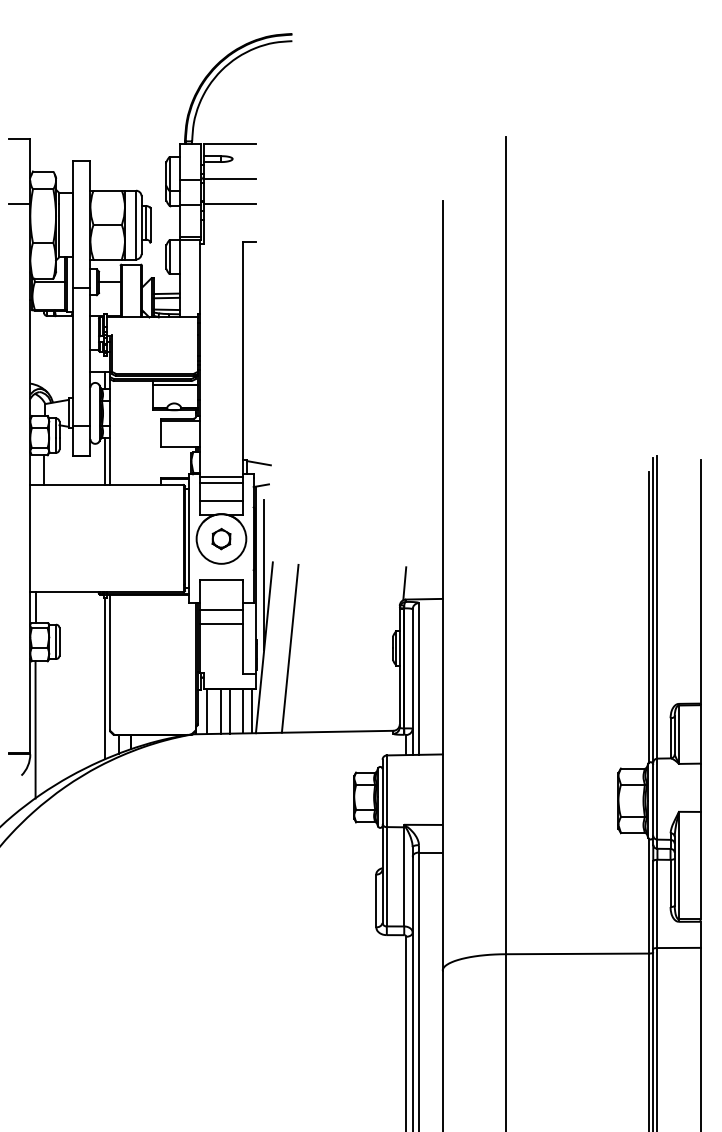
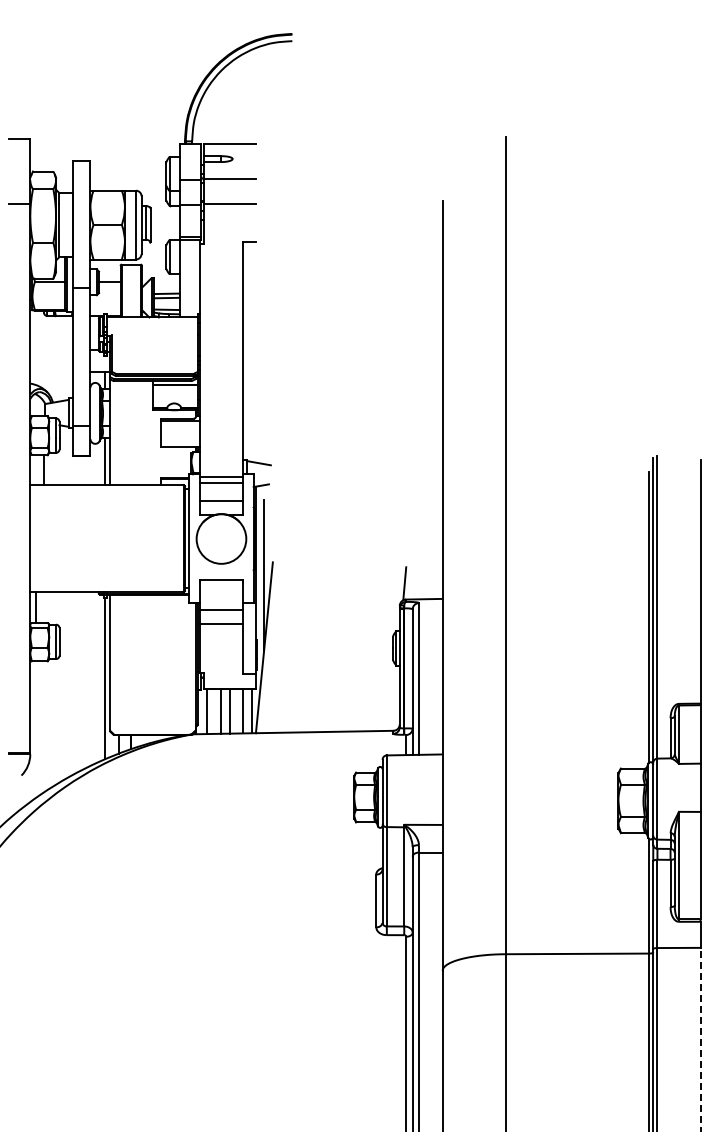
part at (221, 538): present -> none
line at (289, 648): present -> none
line at (35, 729): present -> none
line at (700, 1039): solid -> dashed
